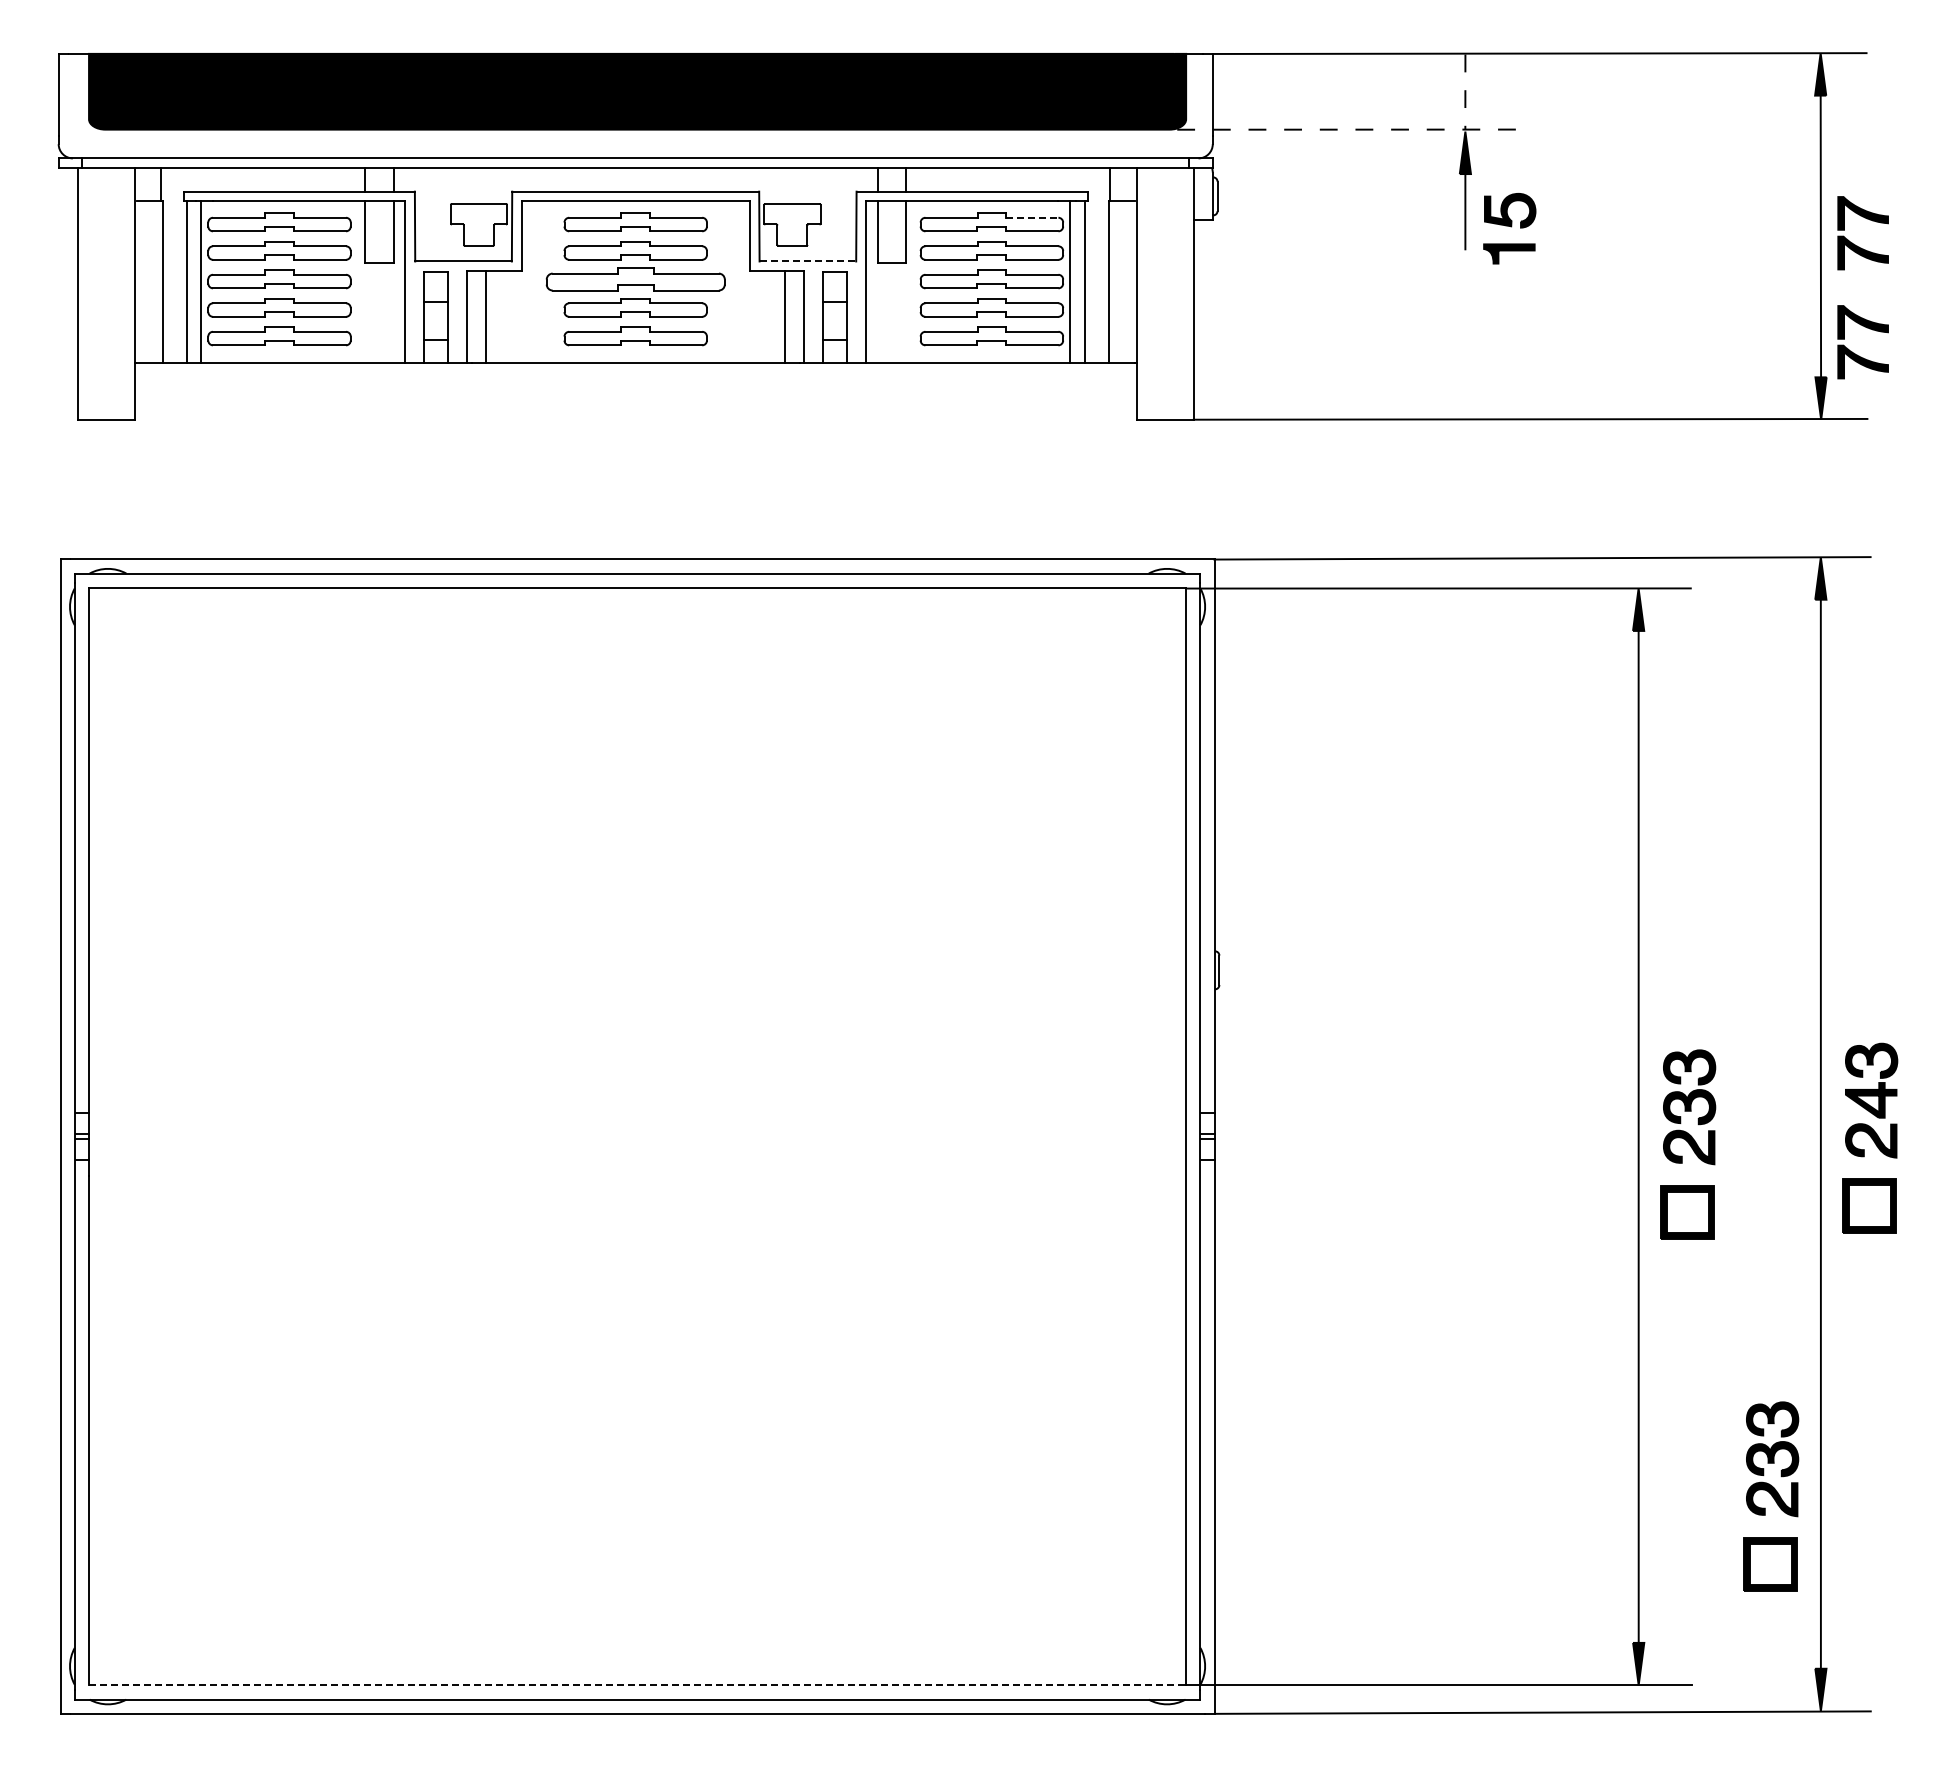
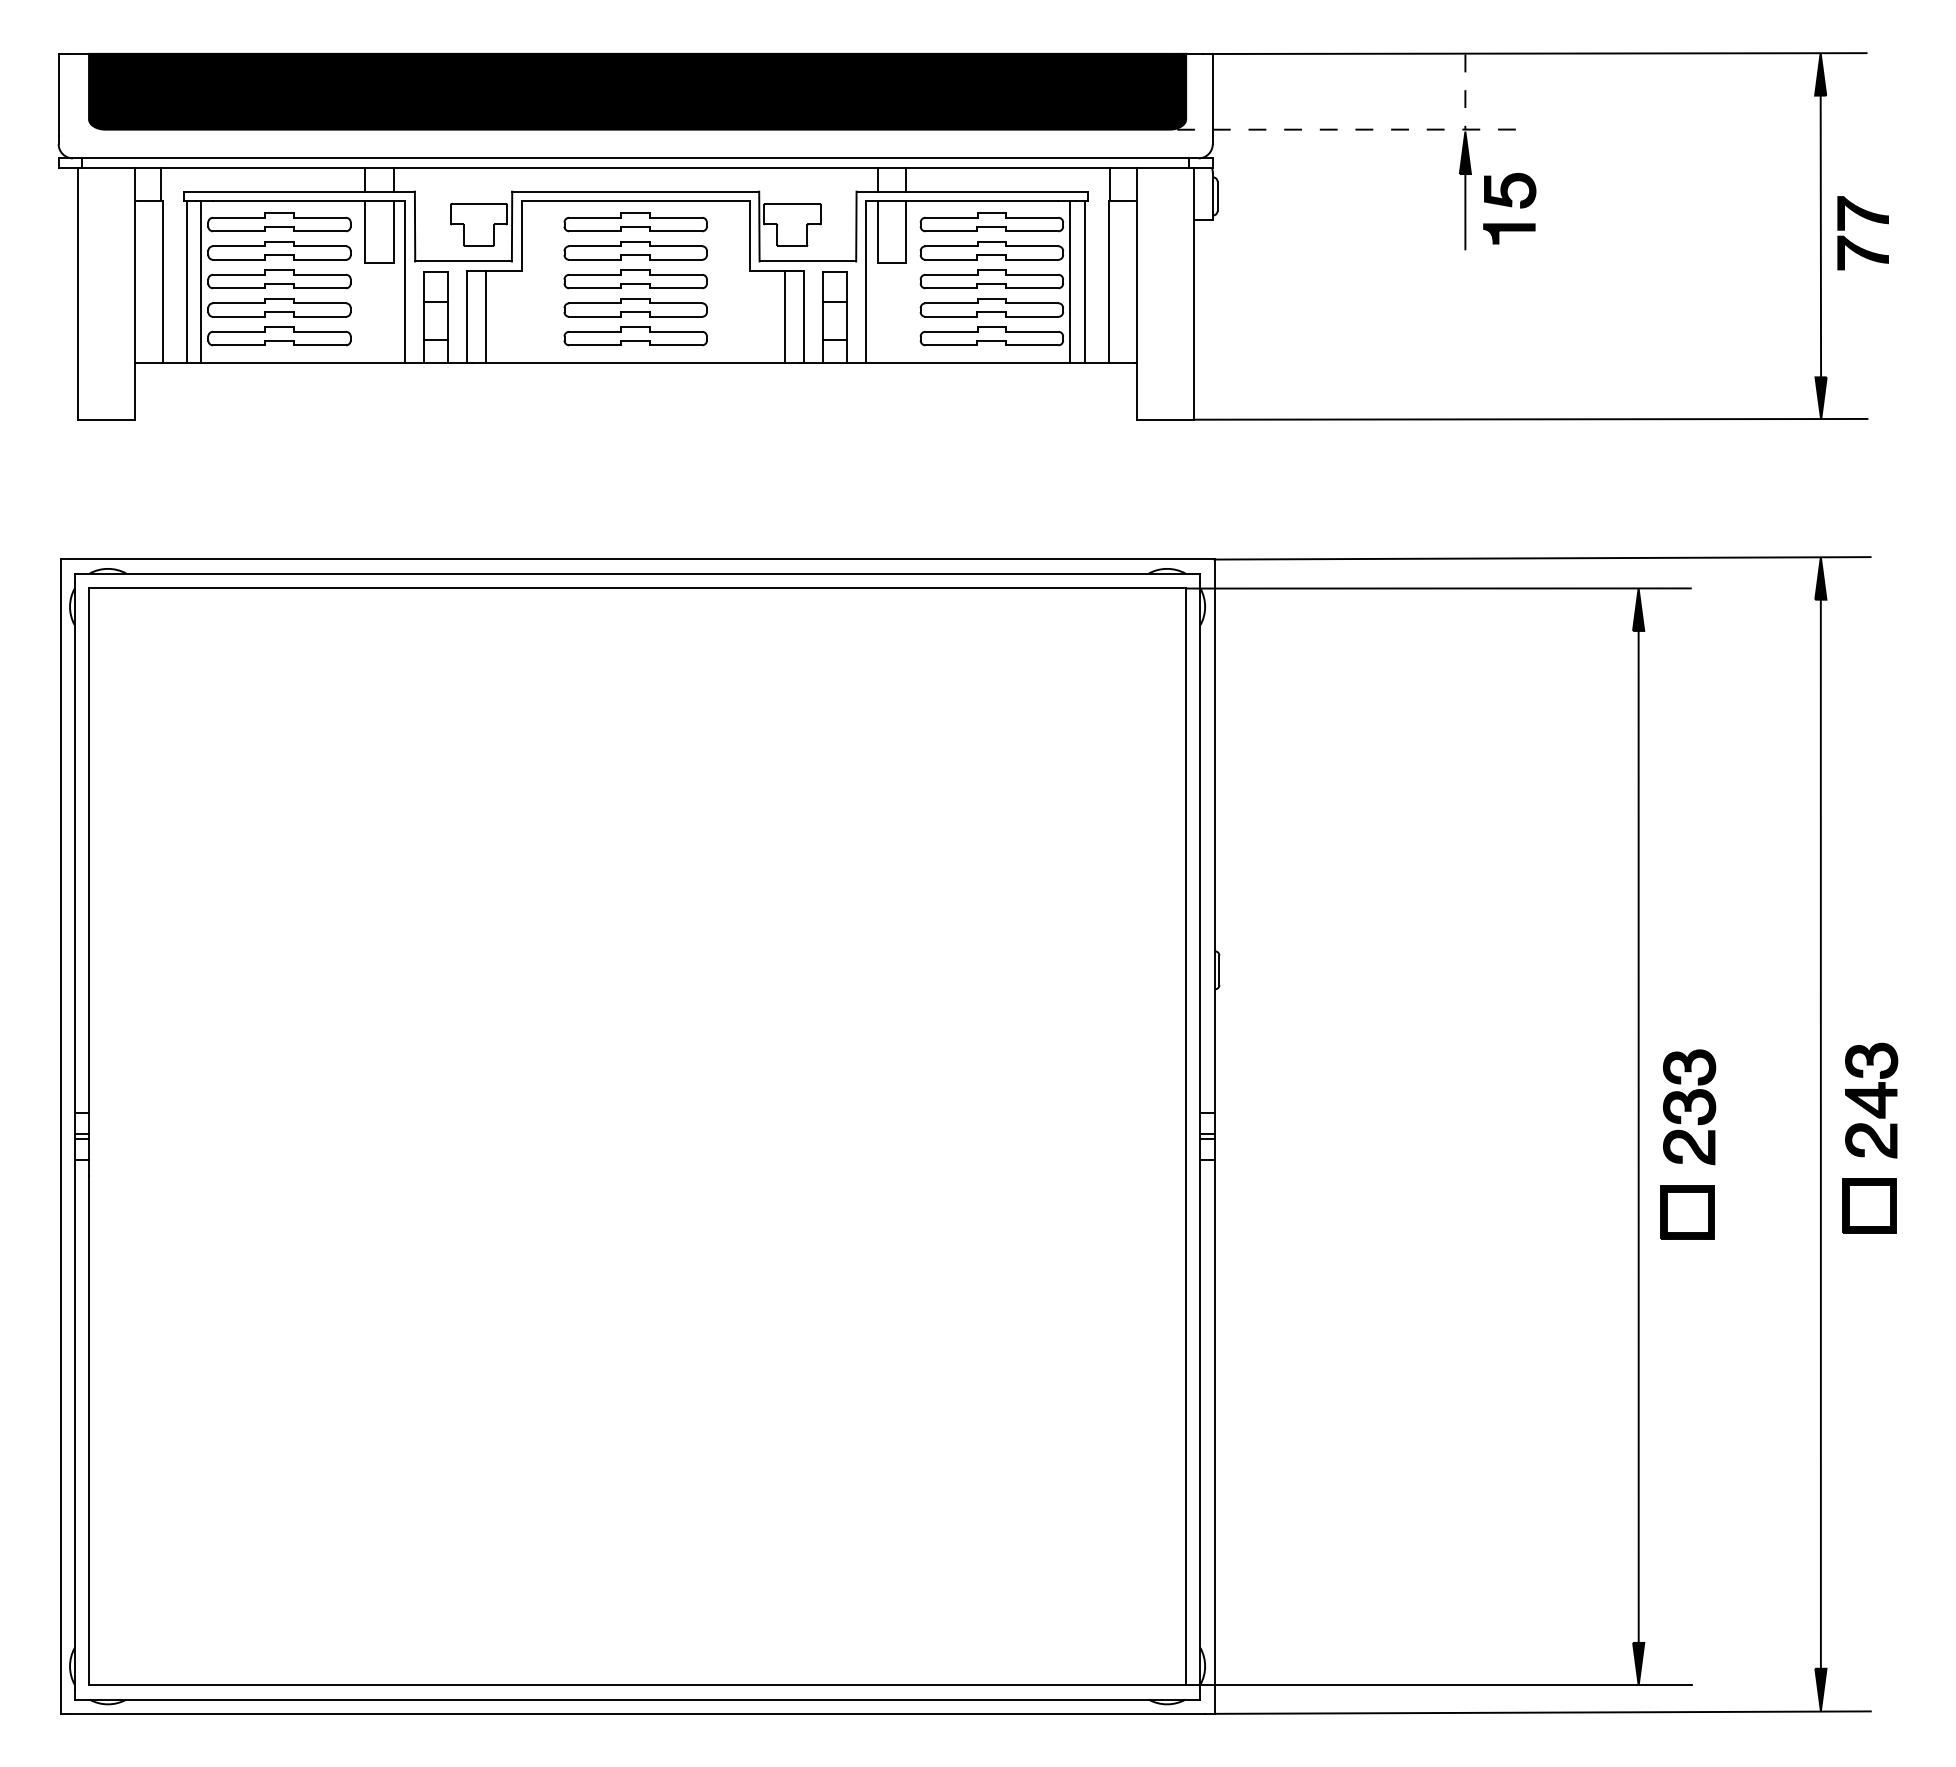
line at (1032, 217): dashed -> solid
part at (1509, 228) position: (1509, 228) -> (1509, 208)
line at (808, 261): dashed -> solid
part at (635, 279) size: 181x25 px -> 145x21 px
part at (1857, 354): present -> none
part at (1771, 1496): present -> none
line at (637, 1685): dashed -> solid
